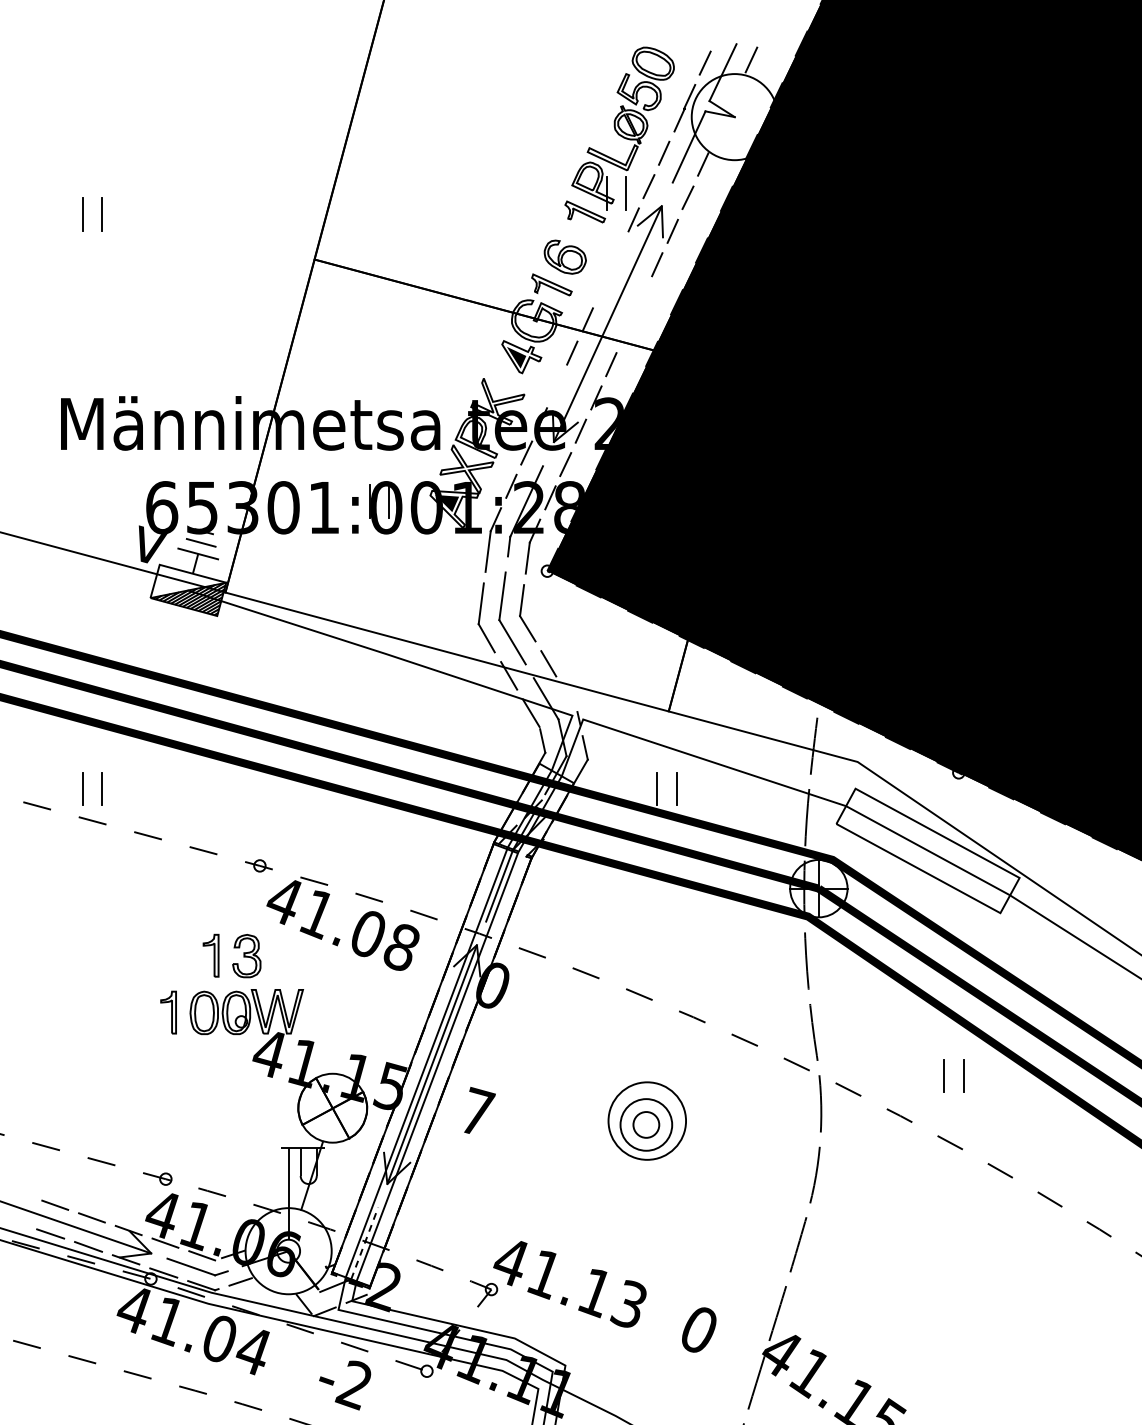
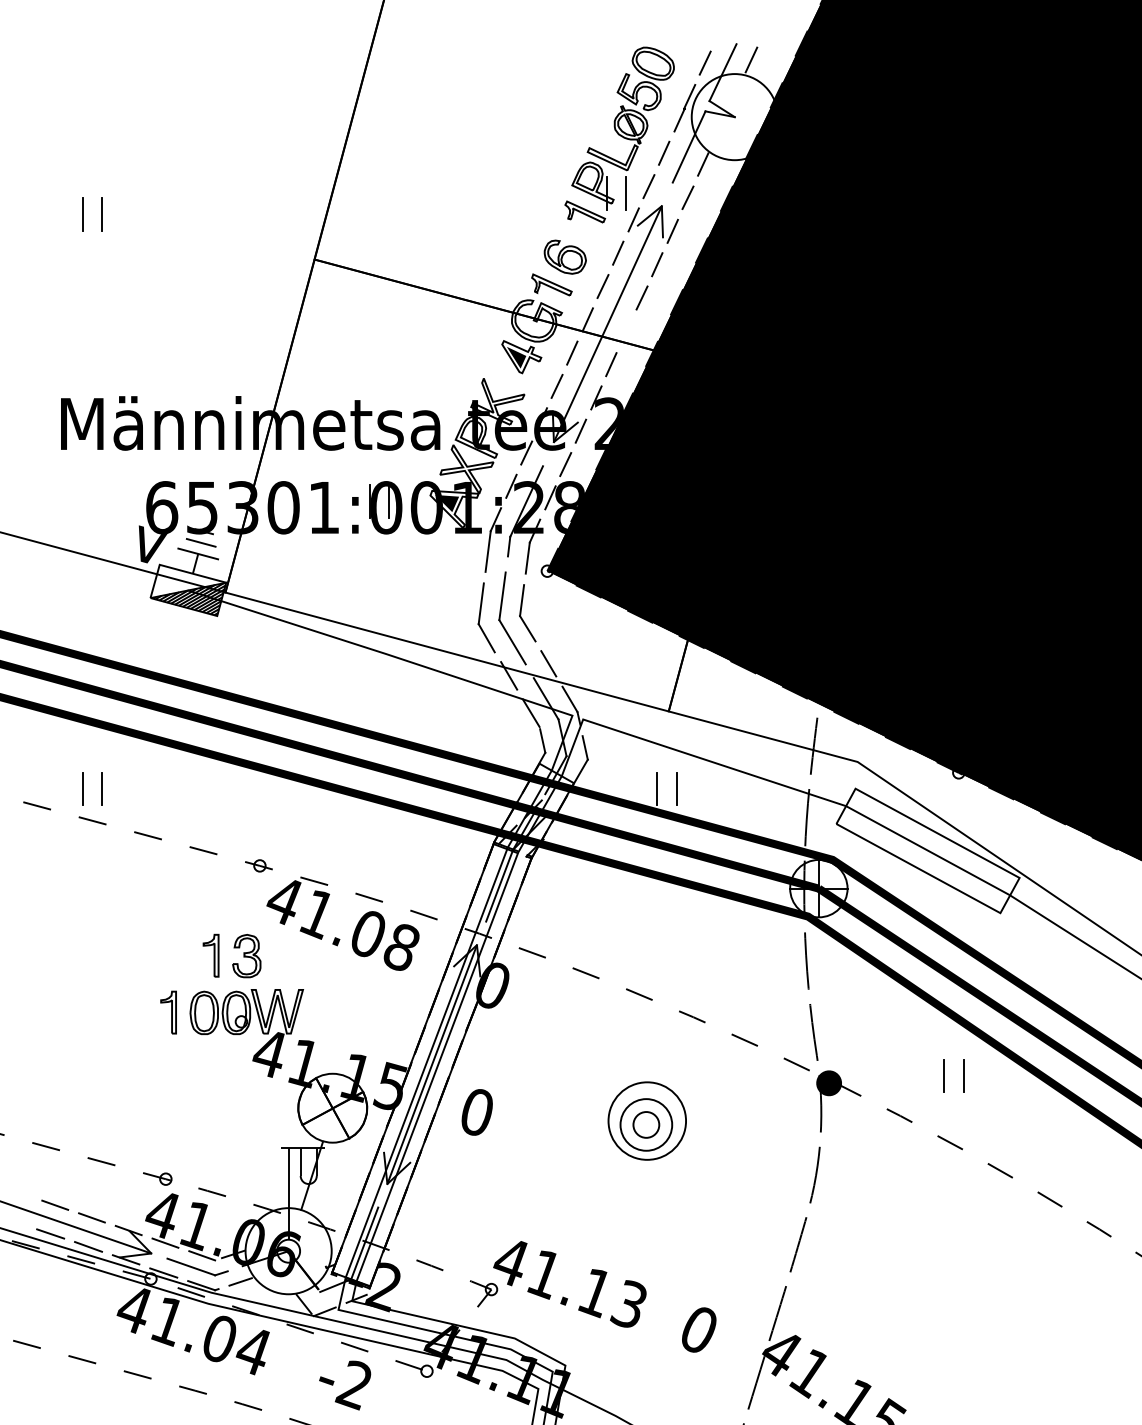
line at (618, 252): none -> present
line at (602, 286): none -> present
line at (641, 297): none -> present
line at (556, 385): none -> present
line at (569, 699): none -> present
fill at (829, 1083): none -> present
text at (478, 1110): 7 -> 0
line at (364, 1242): dashed -> solid
